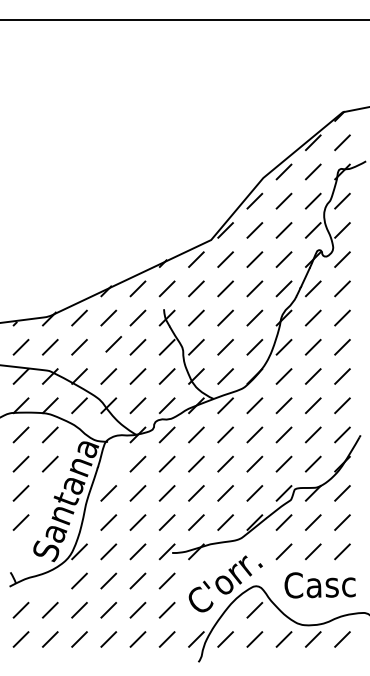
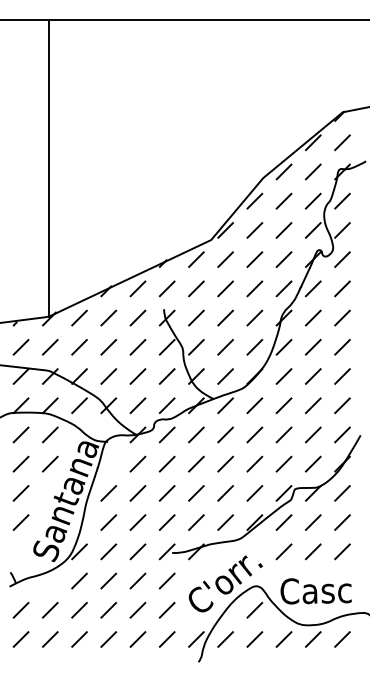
line at (48, 168): none -> present
line at (113, 344) position: (113, 344) -> (108, 347)
text at (319, 585) position: (319, 585) -> (315, 591)
